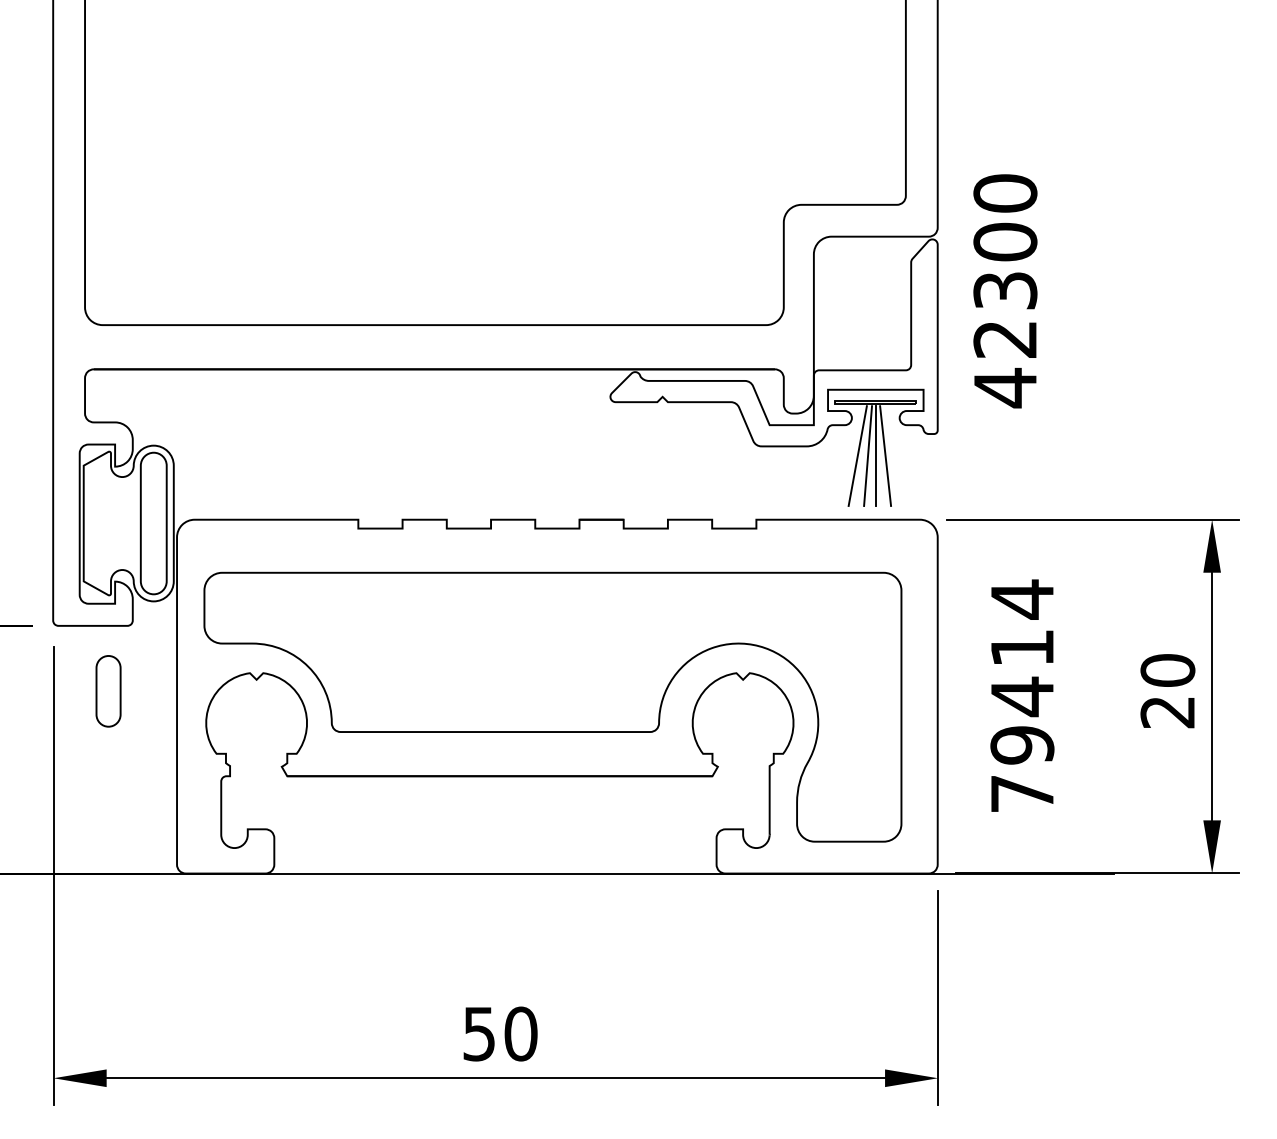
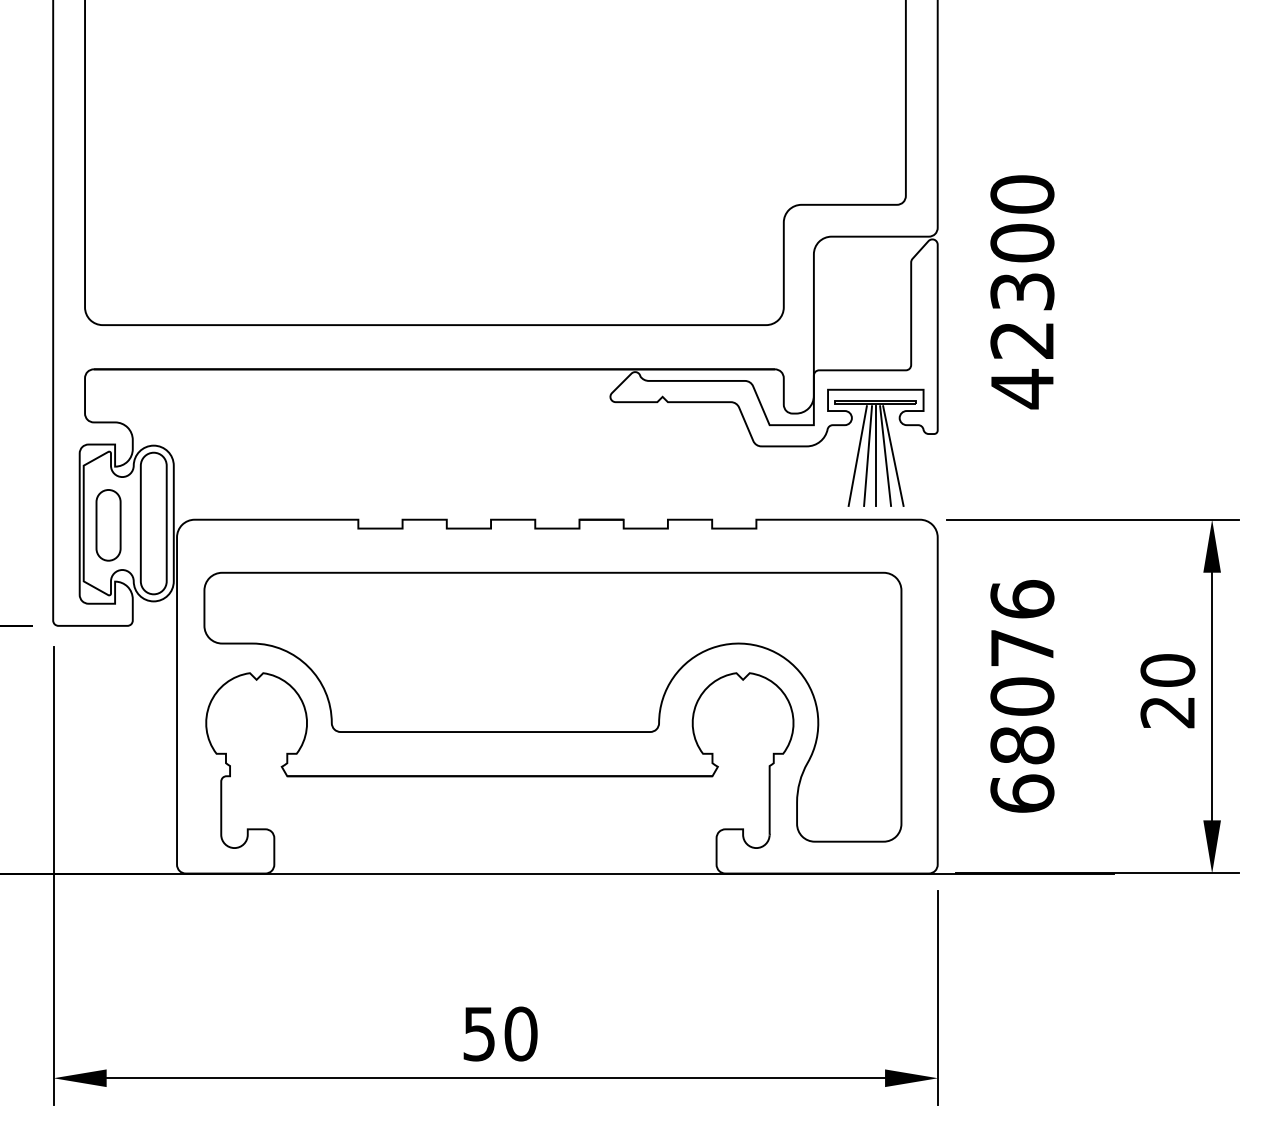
text at (1005, 291) position: (1005, 291) -> (1022, 292)
line at (893, 455): none -> present
part at (108, 691) position: (108, 691) -> (108, 525)
text at (1022, 695): 79414 -> 68076
